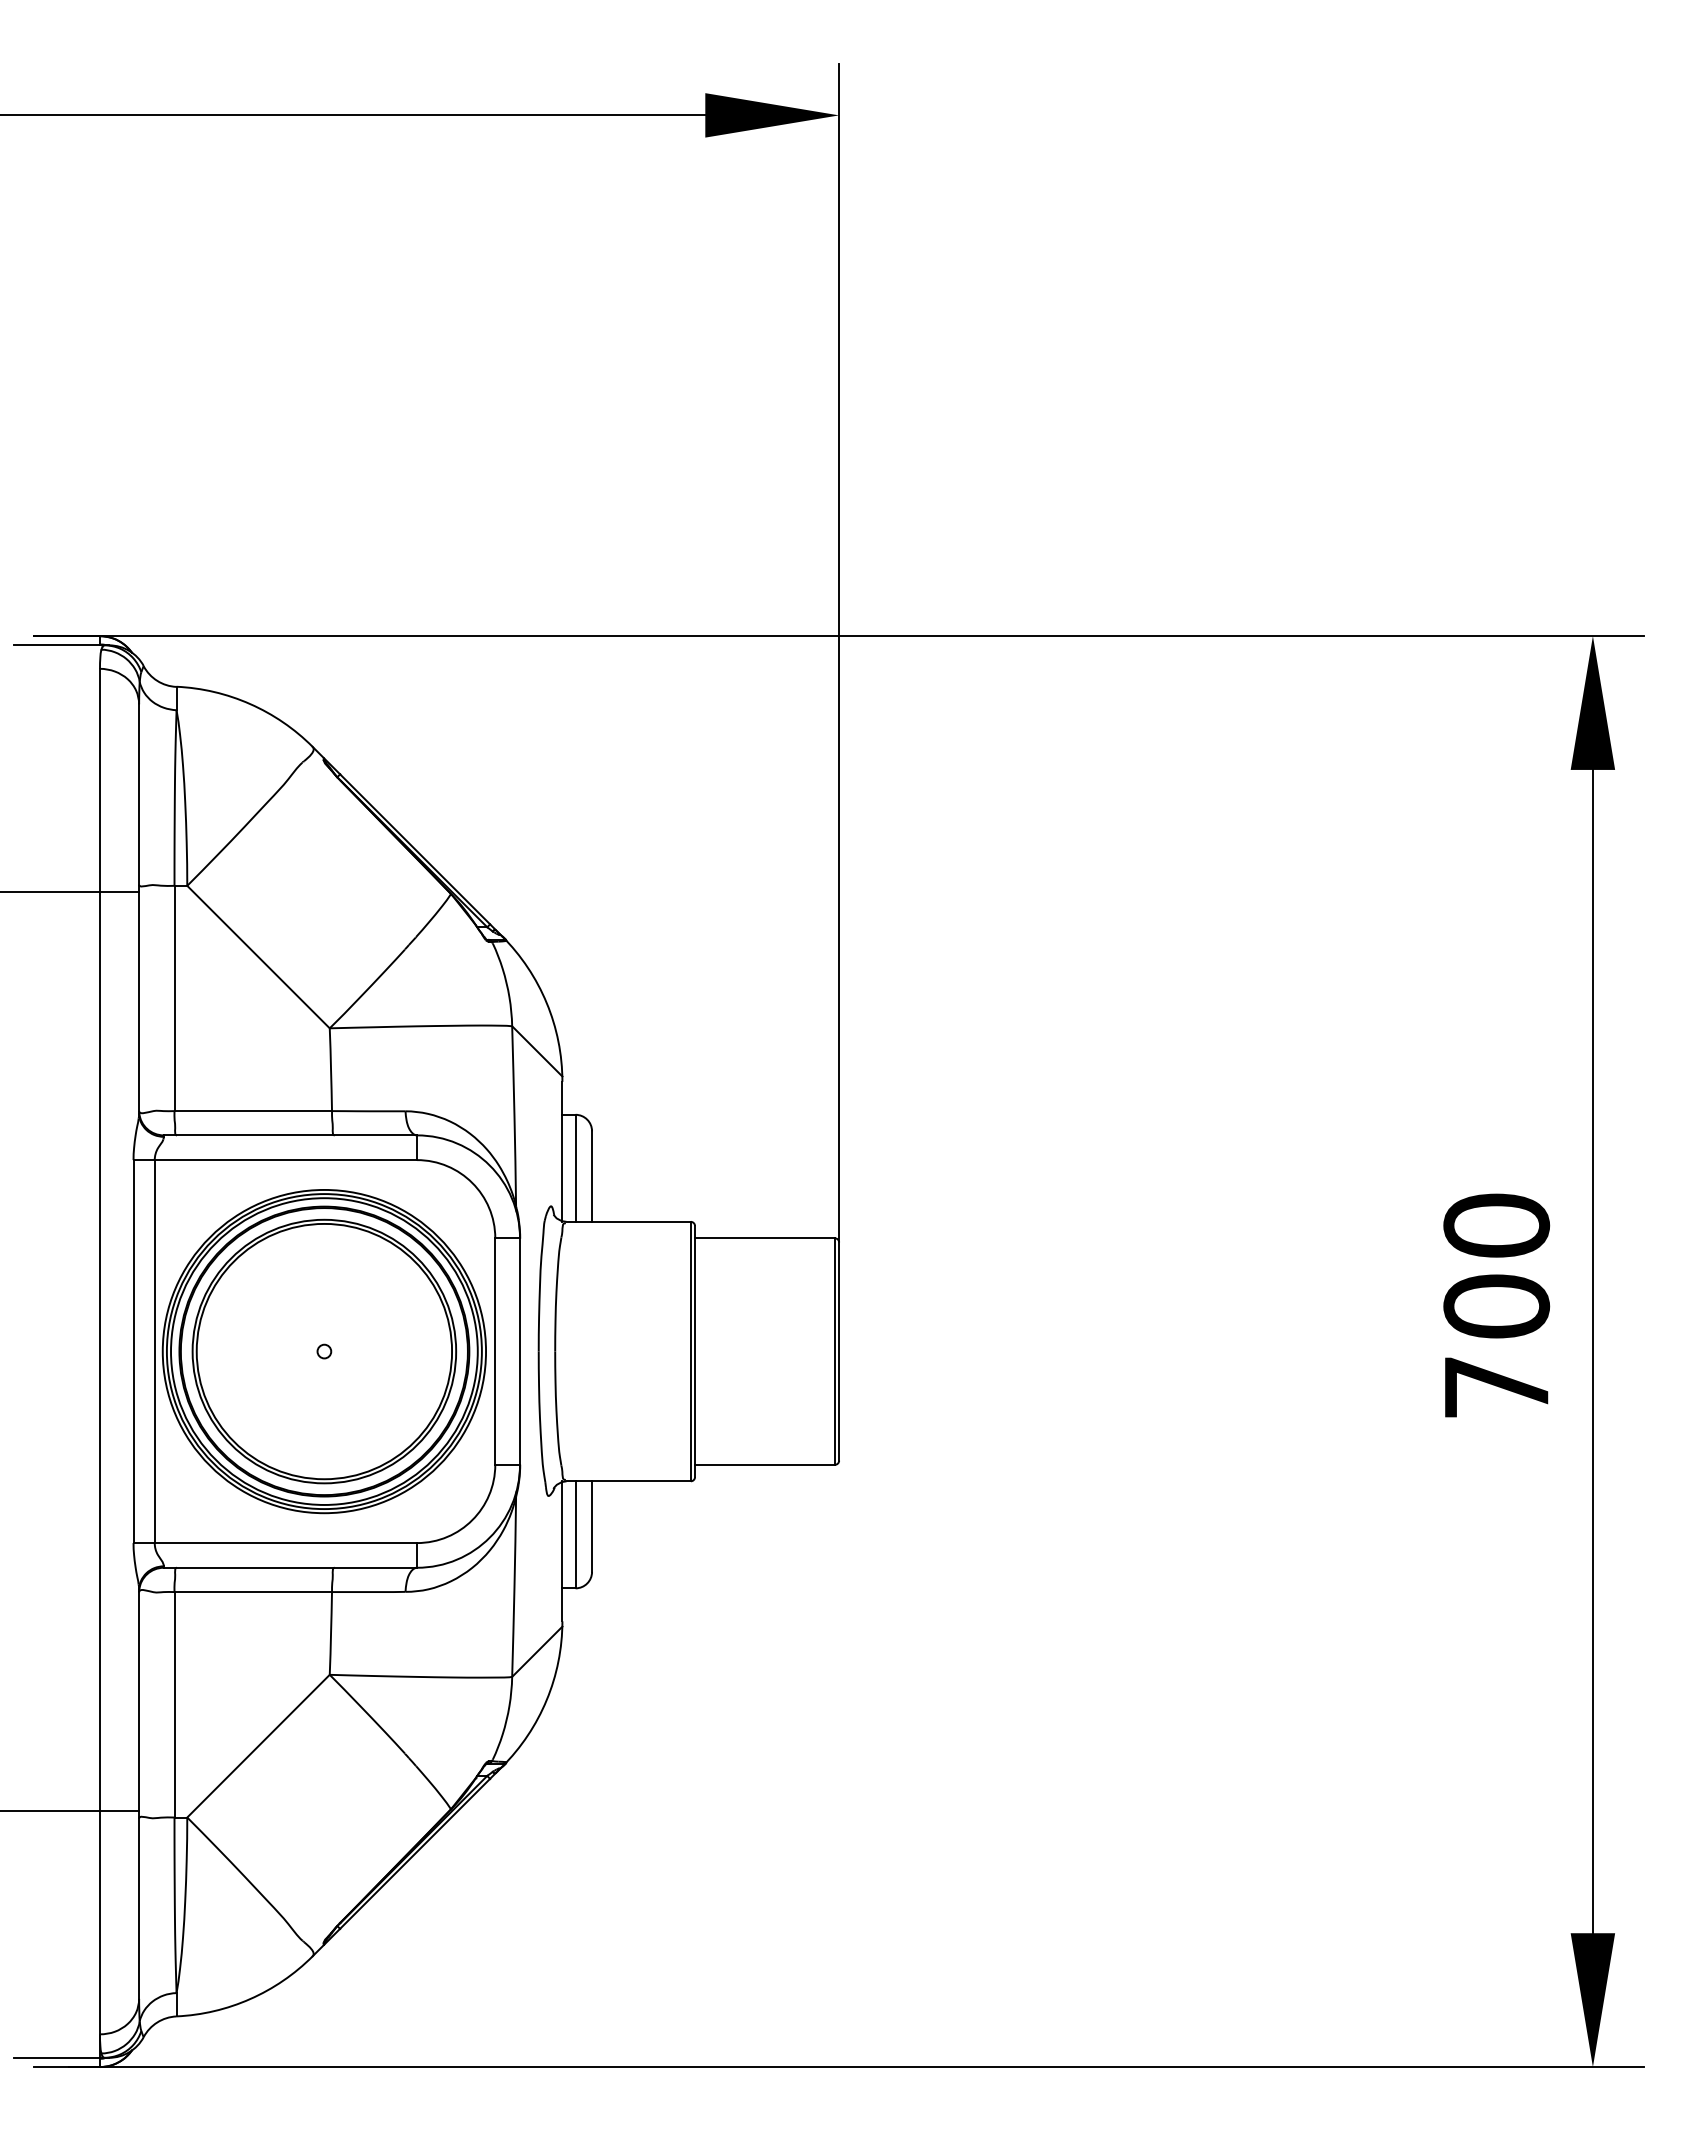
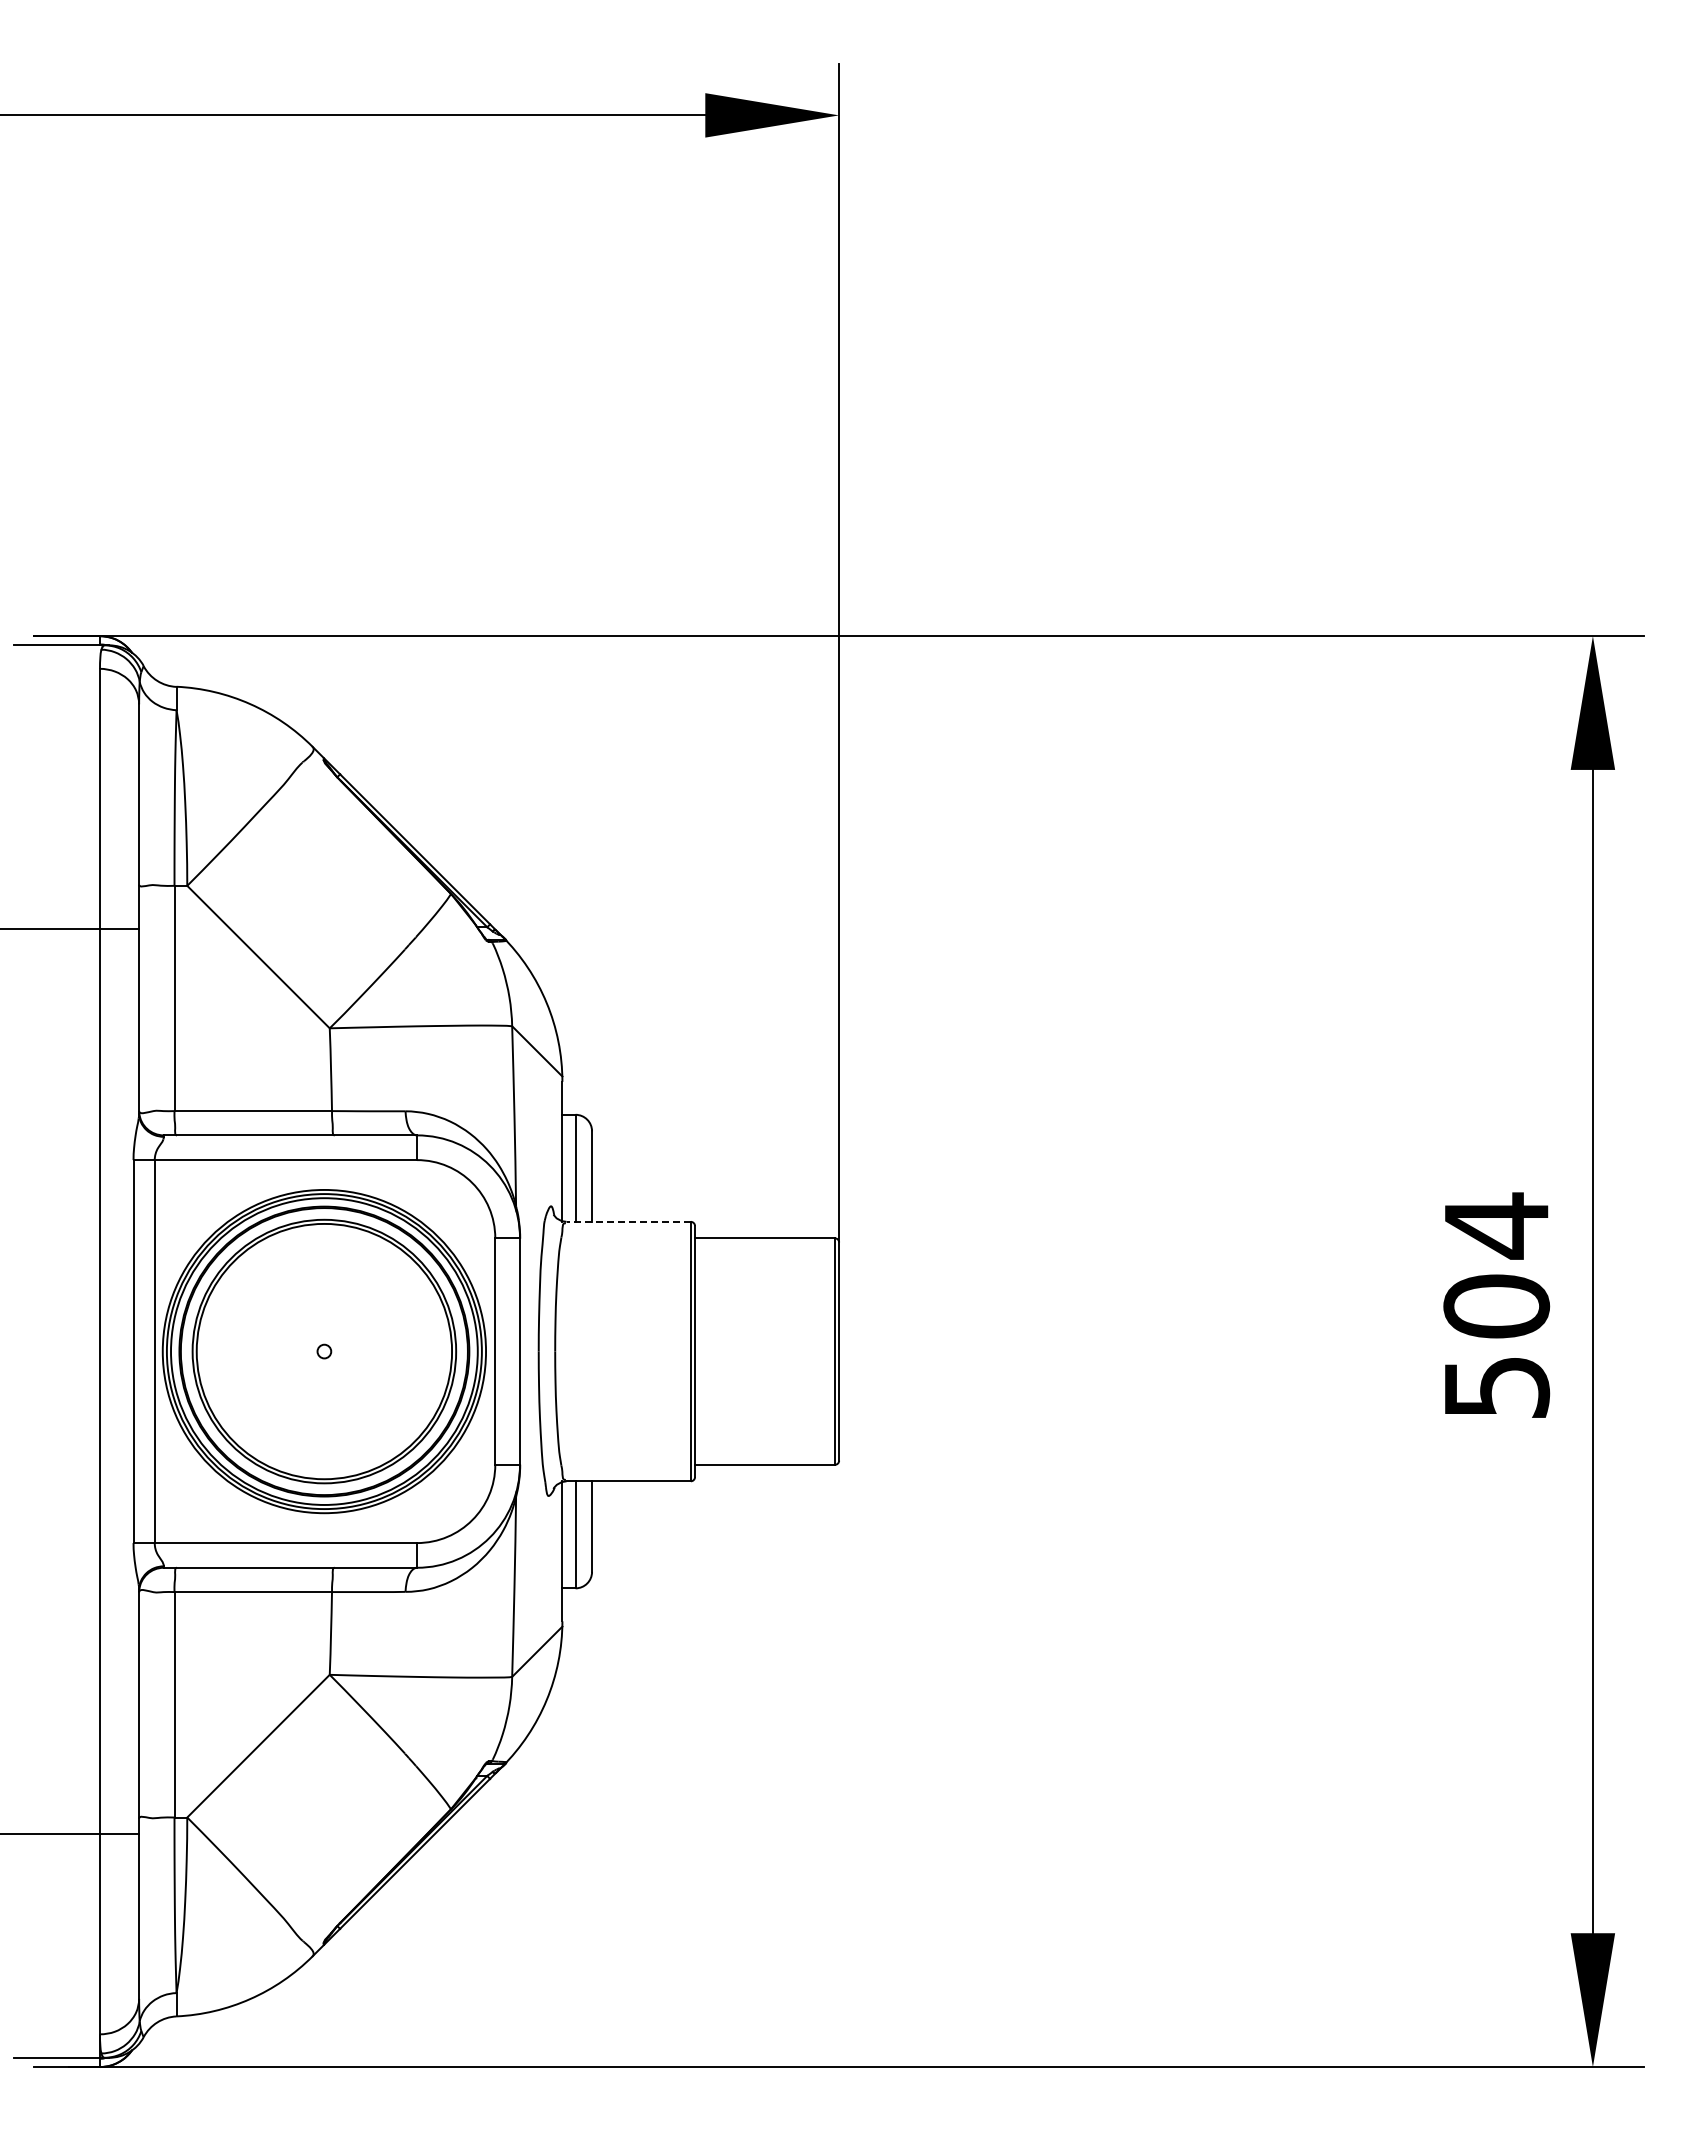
line at (70, 892) position: (70, 892) -> (70, 929)
line at (628, 1221): solid -> dashed
text at (1496, 1304): 700 -> 504
line at (70, 1810) position: (70, 1810) -> (70, 1833)
